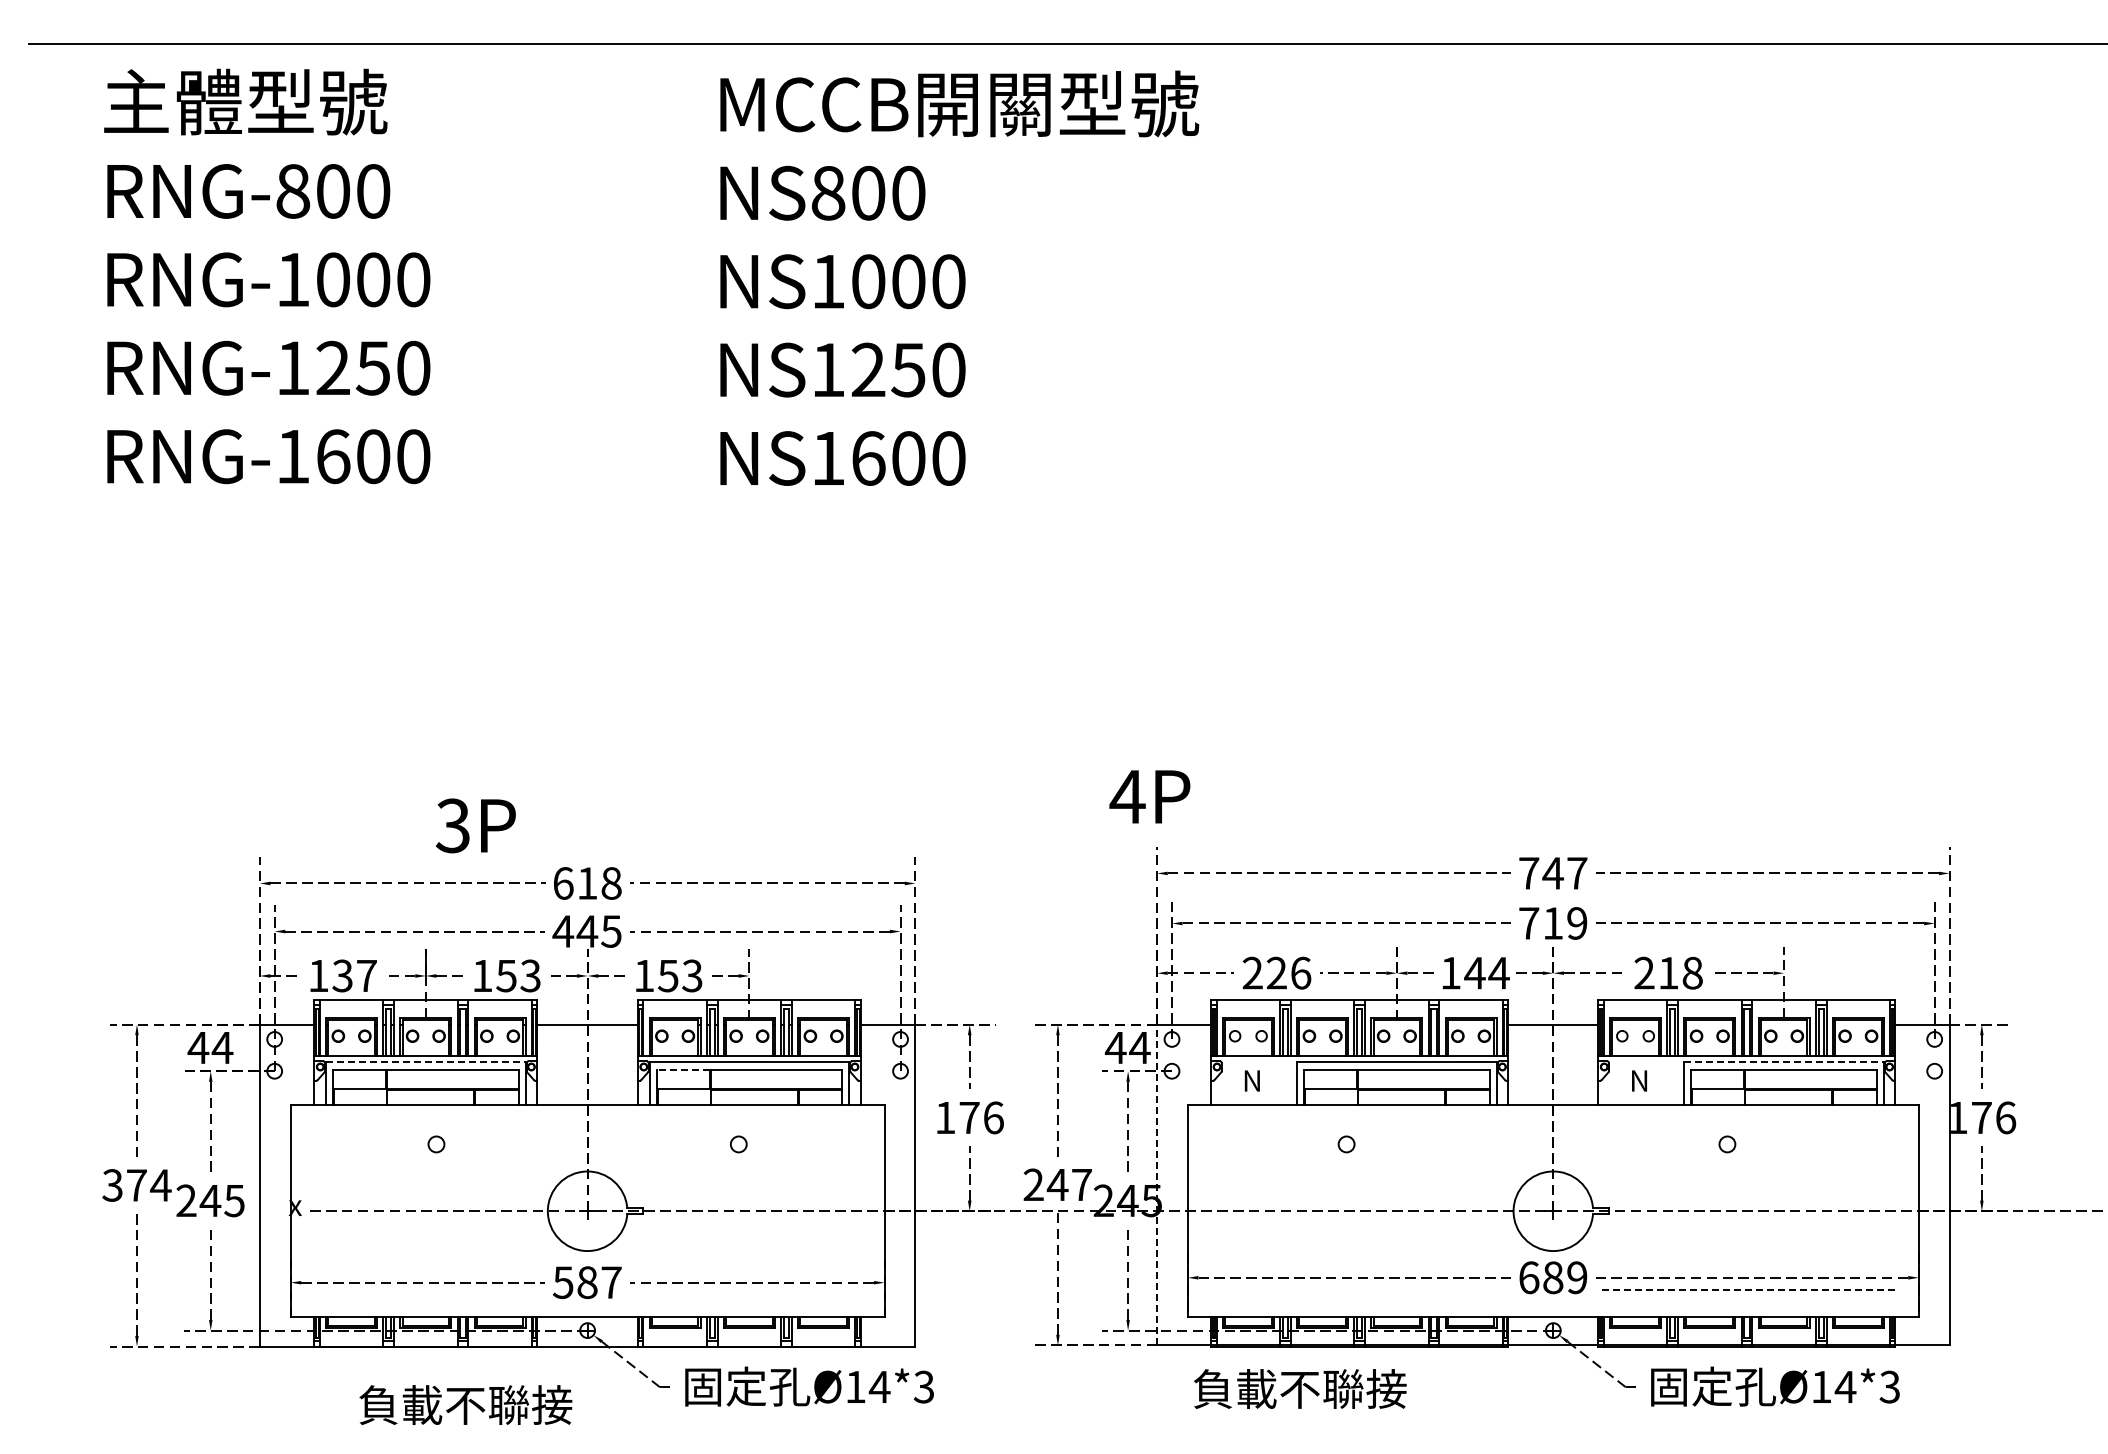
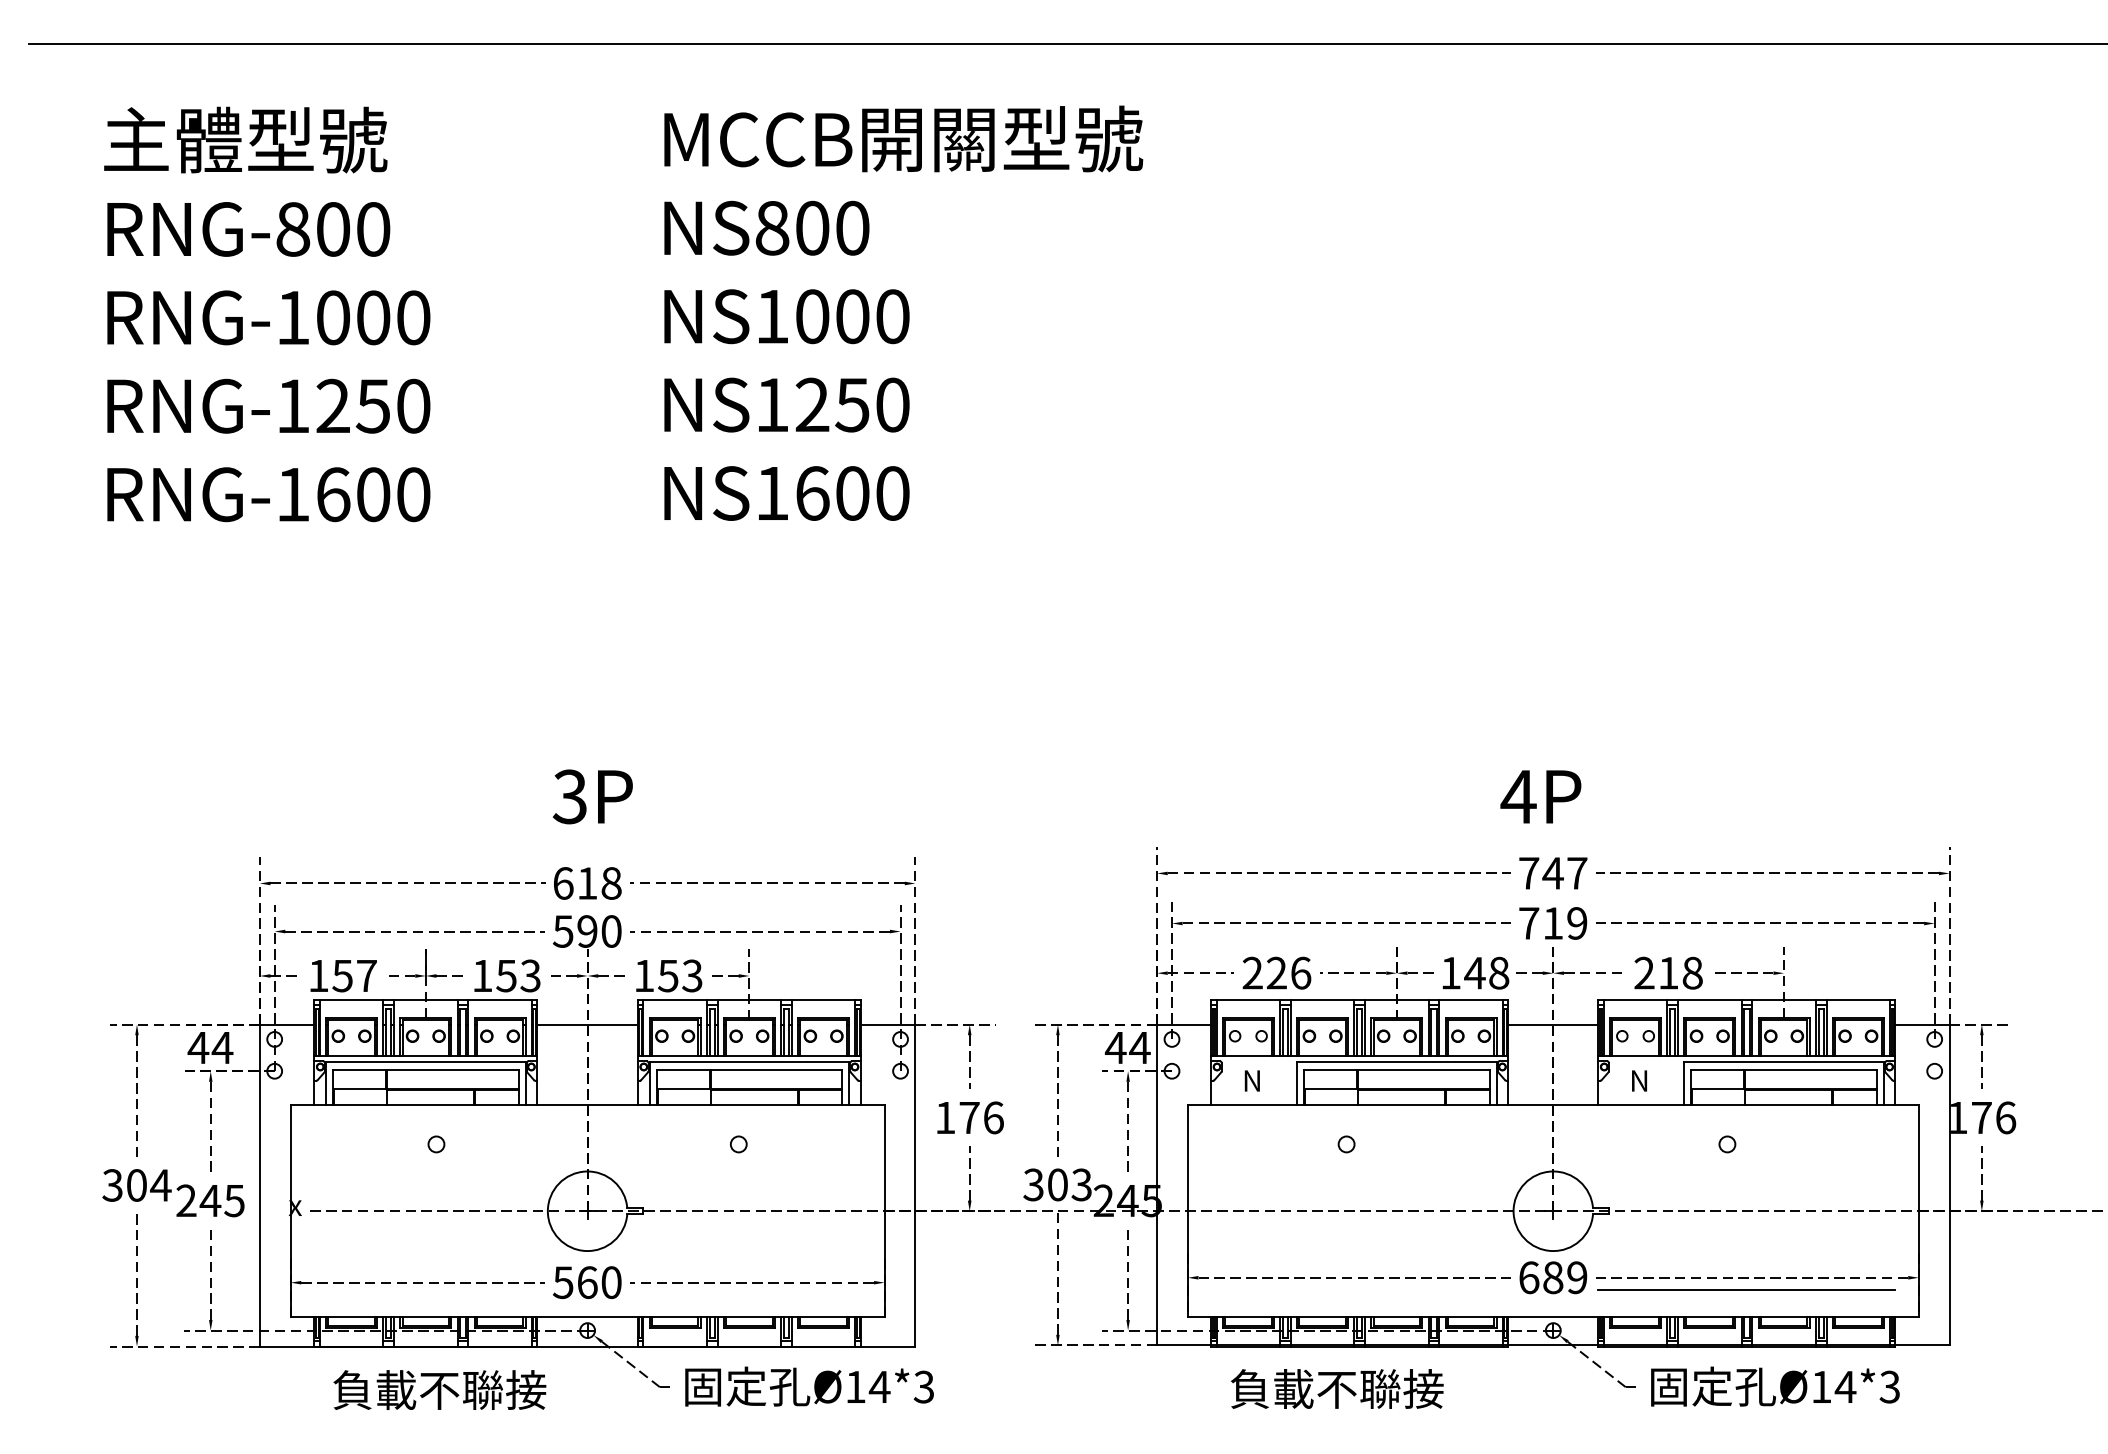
text at (267, 276) position: (267, 276) -> (267, 314)
text at (959, 277) position: (959, 277) -> (903, 312)
text at (1149, 796) position: (1149, 796) -> (1540, 796)
text at (475, 825) position: (475, 825) -> (592, 796)
text at (586, 931): 445 -> 590
text at (1498, 972): 144 -> 148
text at (342, 975): 137 -> 157
line at (425, 1061): dashed -> solid
line at (1784, 1061): dashed -> solid
line at (683, 1069): dashed -> solid
text at (1057, 1184): 247 -> 303
line at (1157, 1184): dashed -> solid
text at (136, 1185): 374 -> 304
text at (599, 1282): 587 -> 560
line at (1746, 1289): dashed -> solid
text at (1300, 1388) position: (1300, 1388) -> (1337, 1388)
text at (465, 1404) position: (465, 1404) -> (439, 1389)
